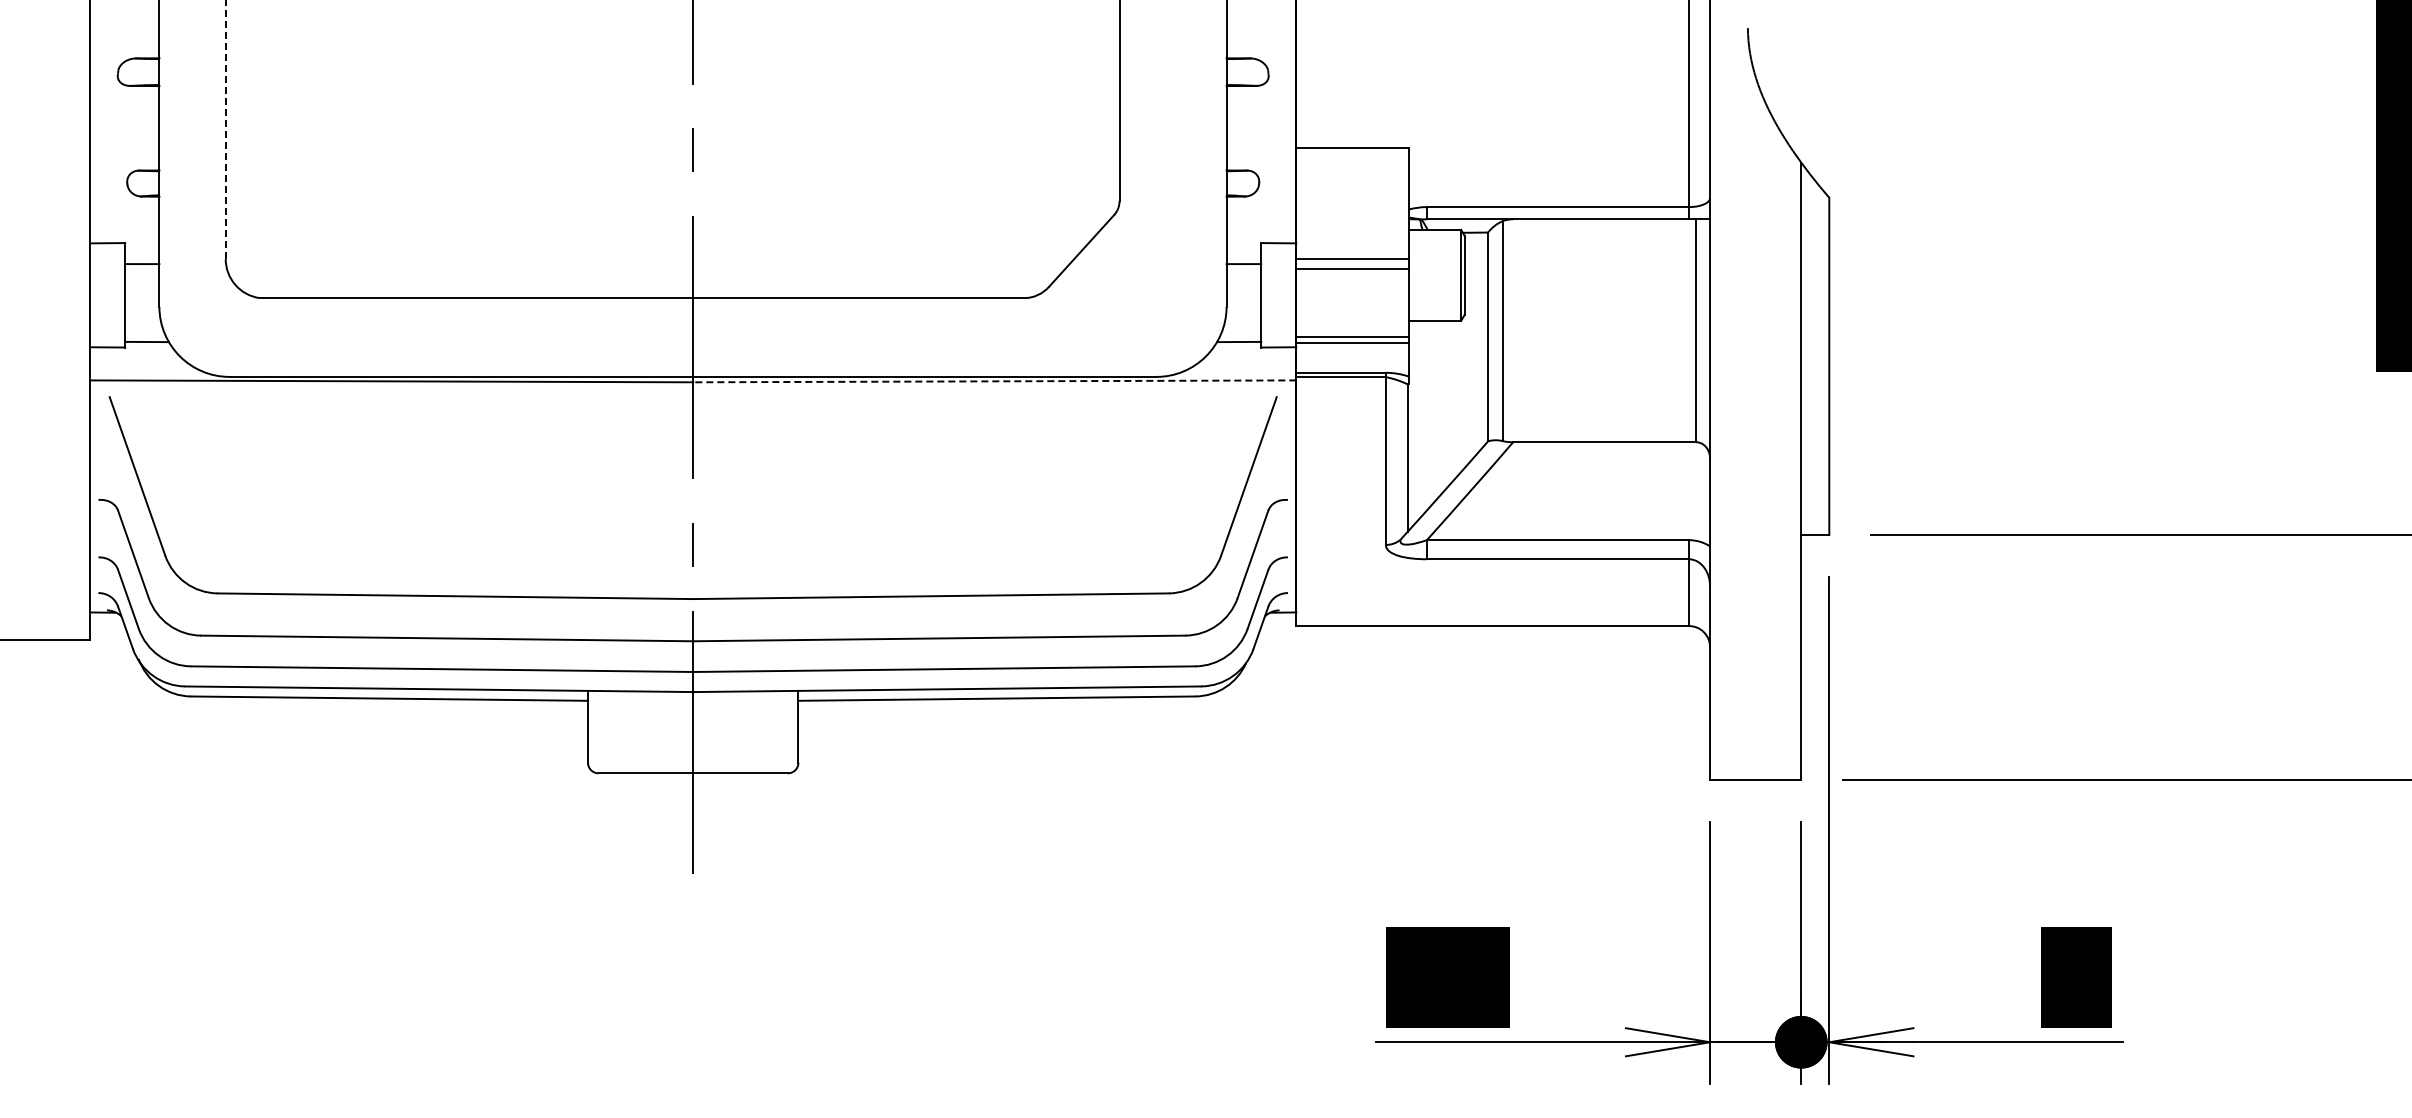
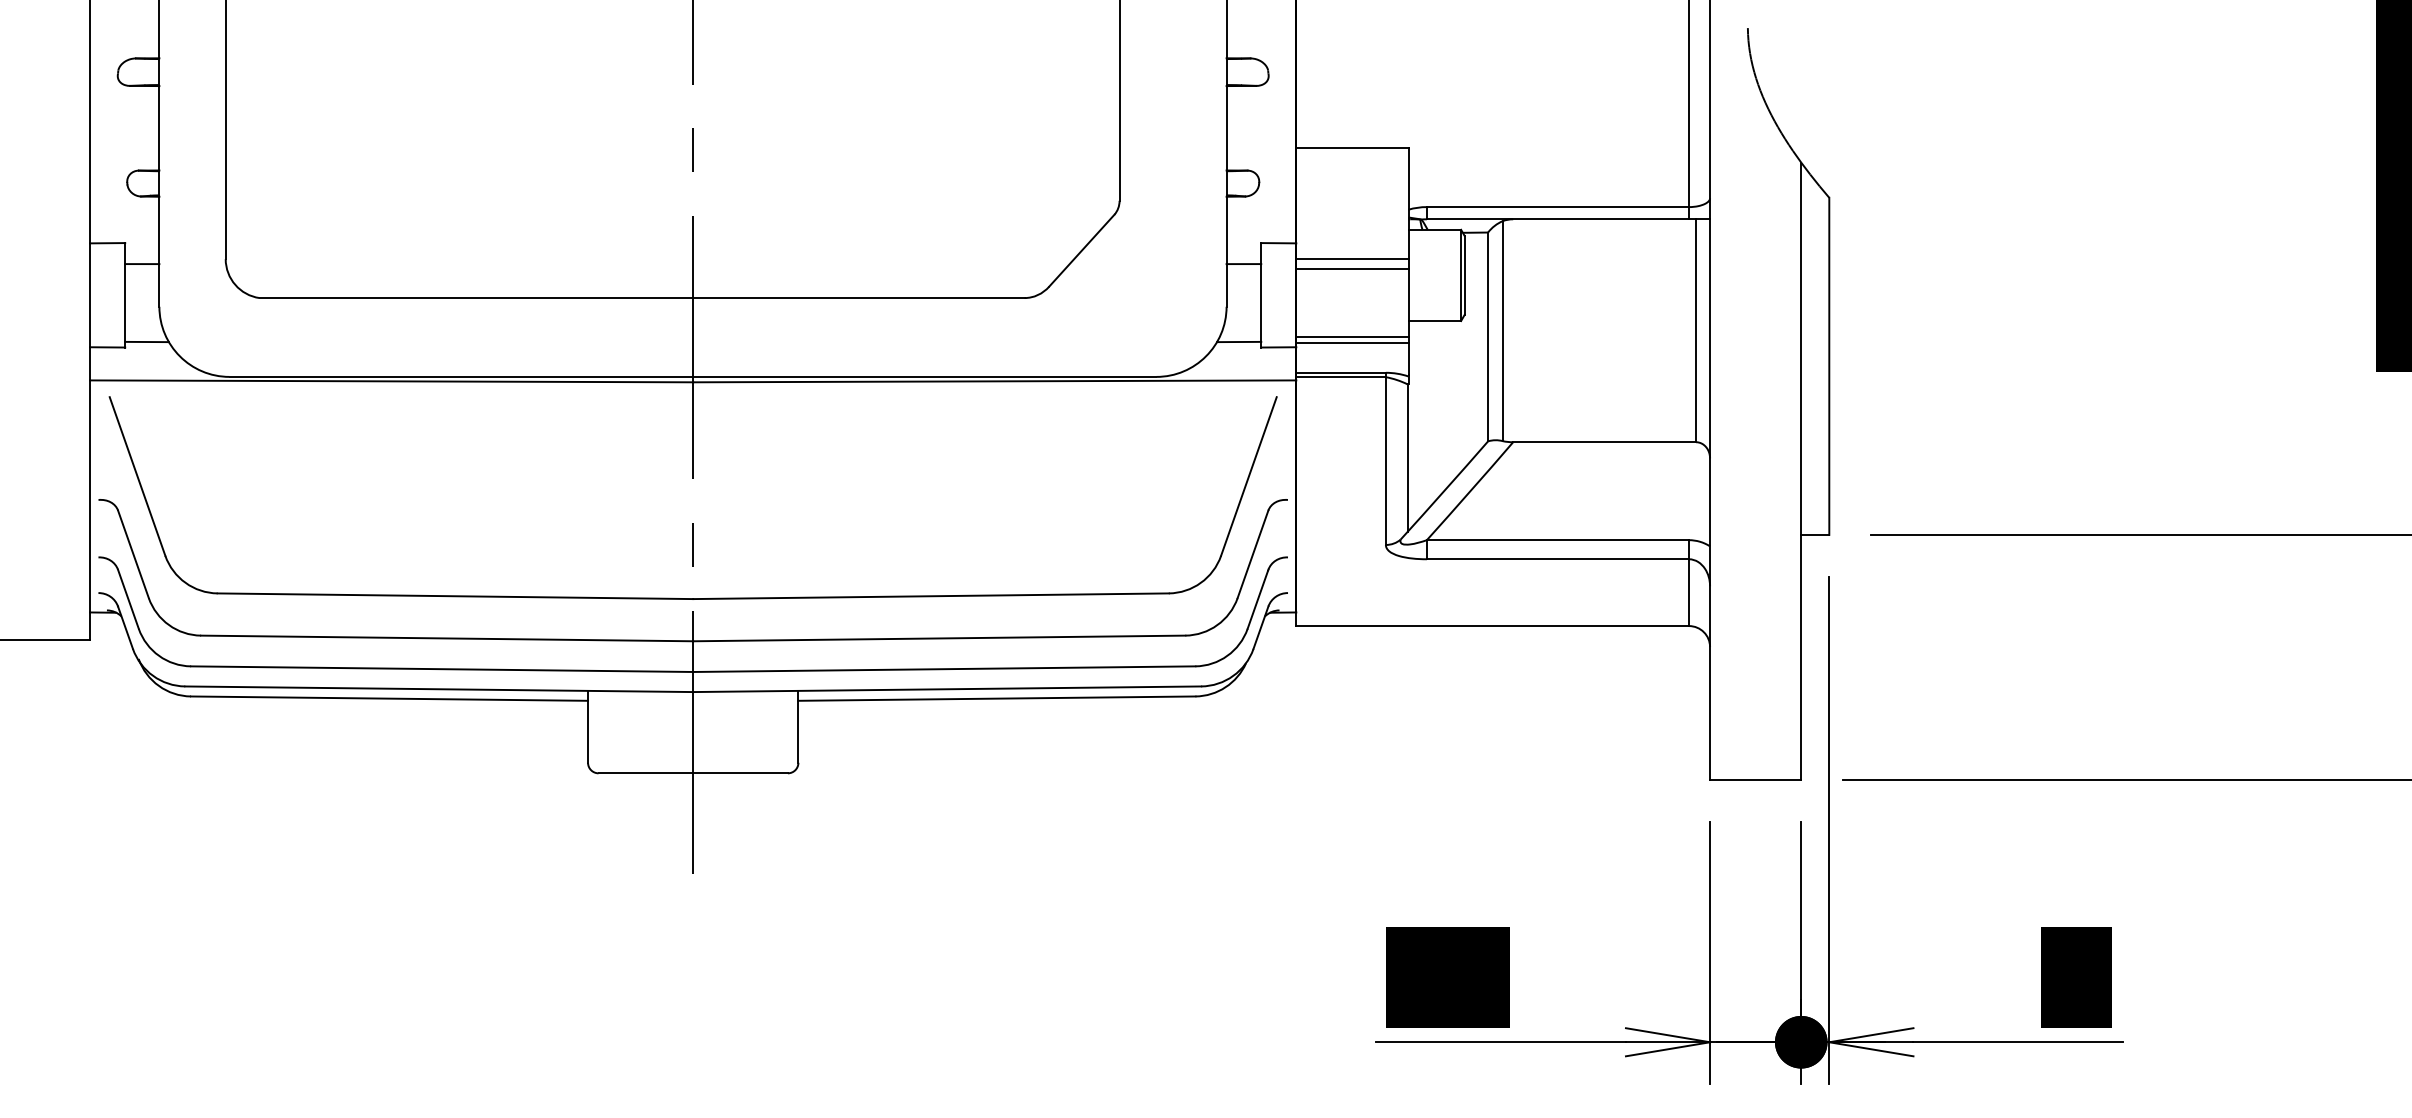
line at (225, 129): dashed -> solid
line at (994, 381): dashed -> solid
